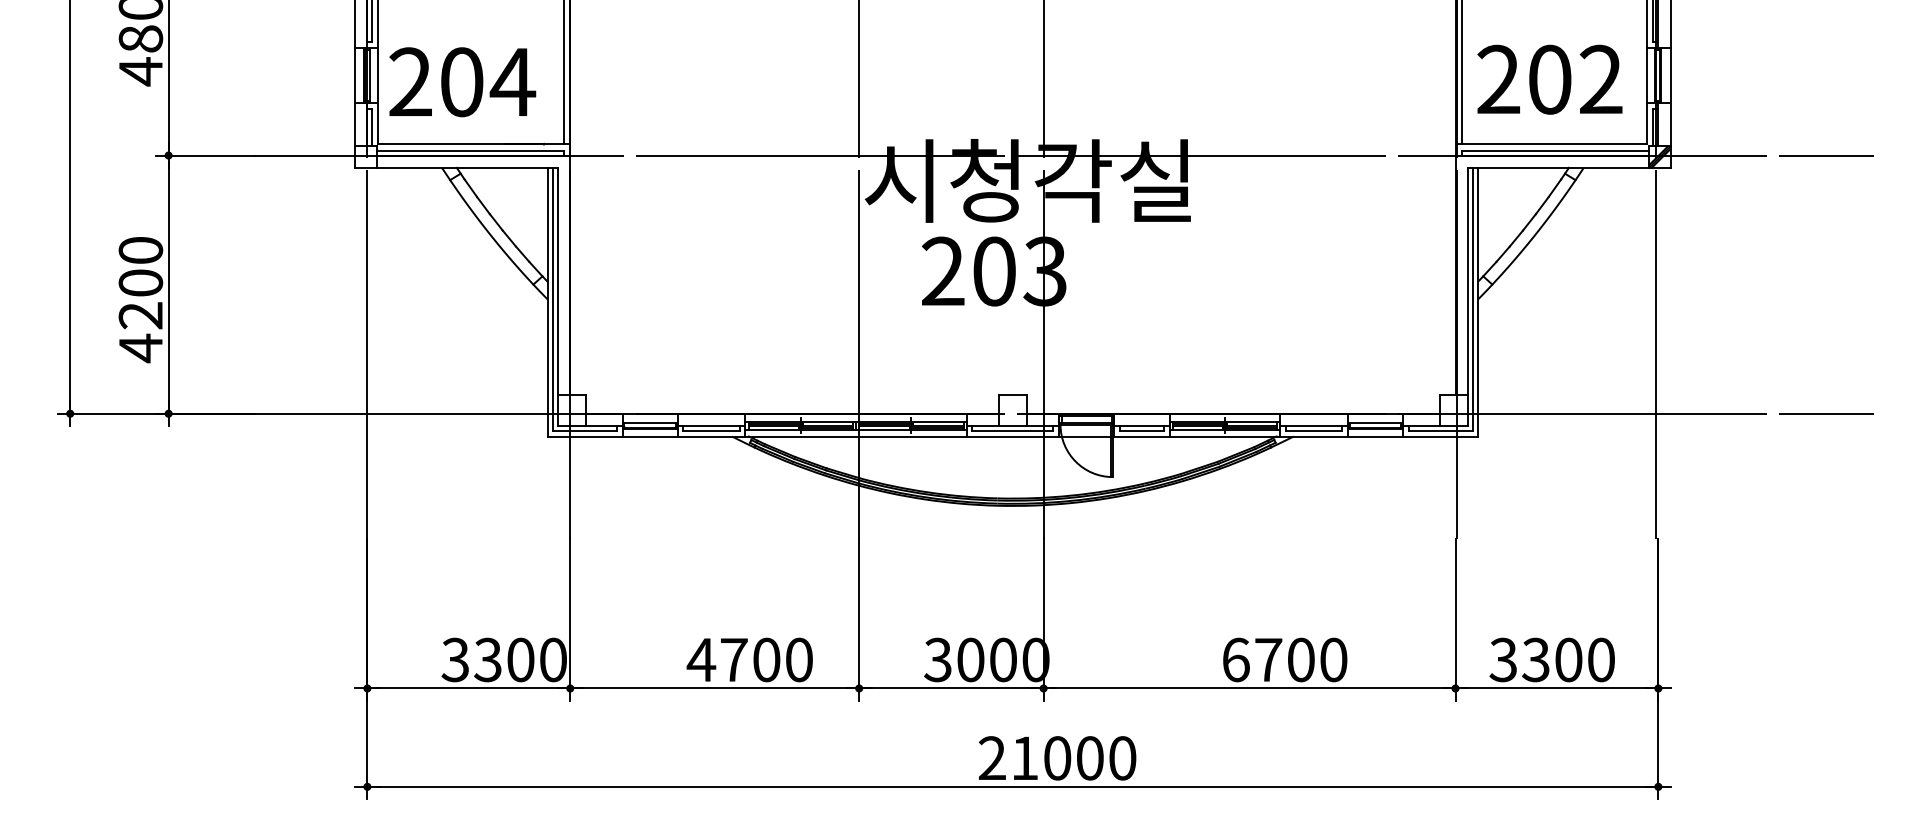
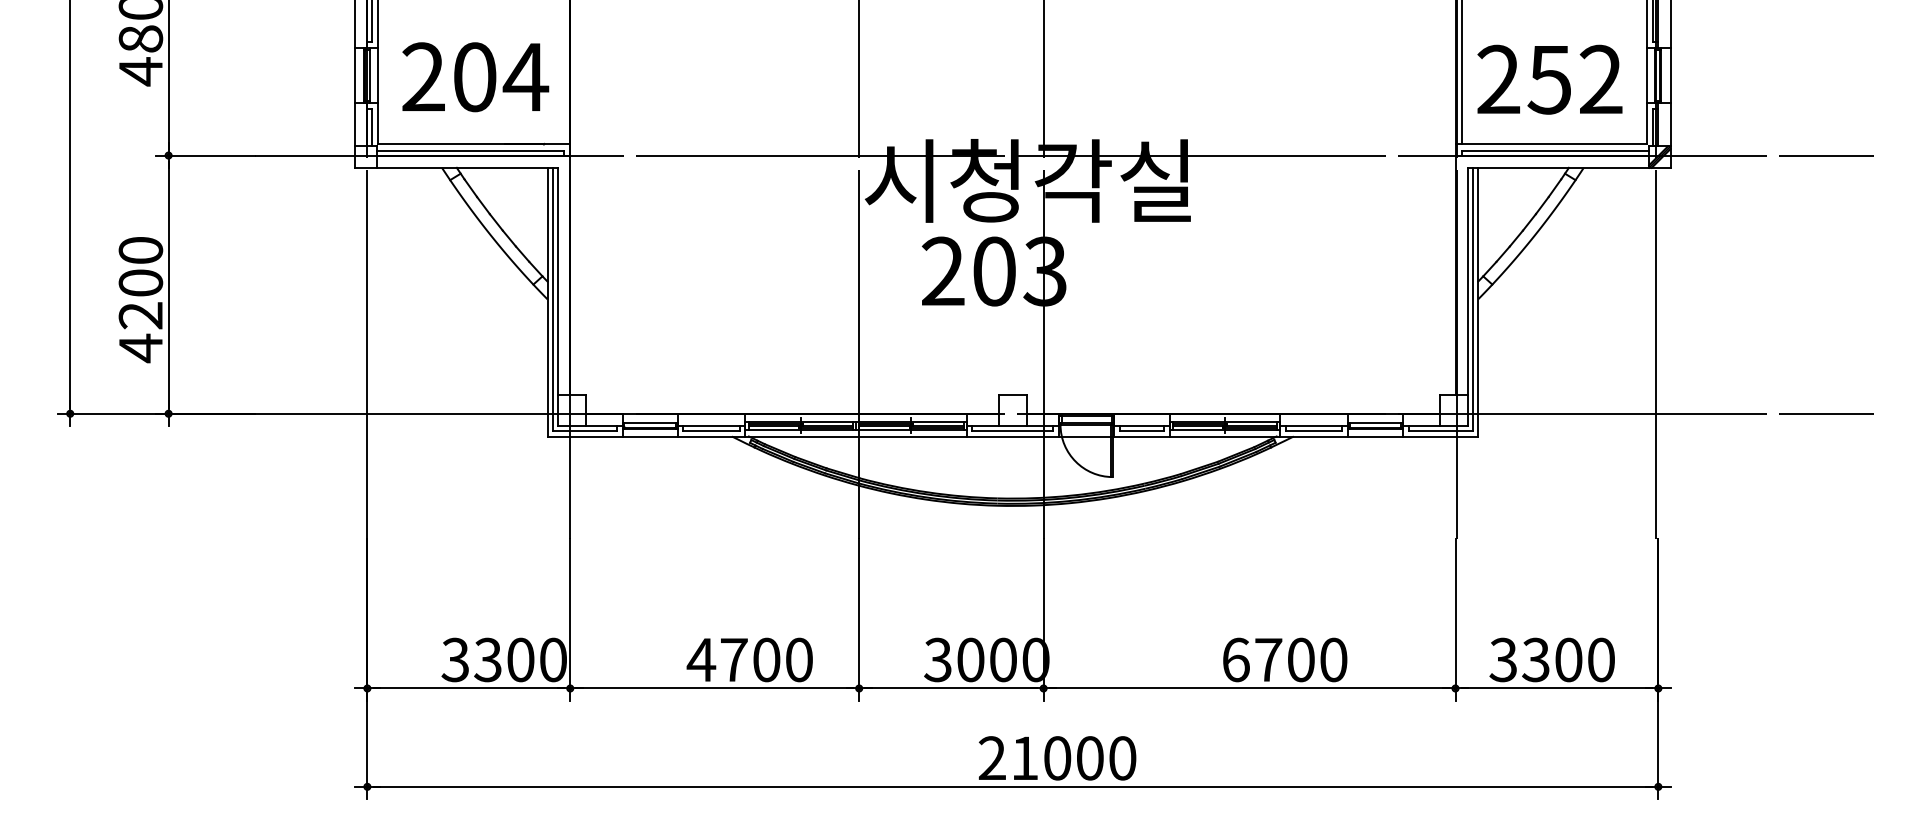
line at (564, 73): present -> none
text at (1549, 79): 202 -> 252
text at (462, 82) position: (462, 82) -> (475, 77)
